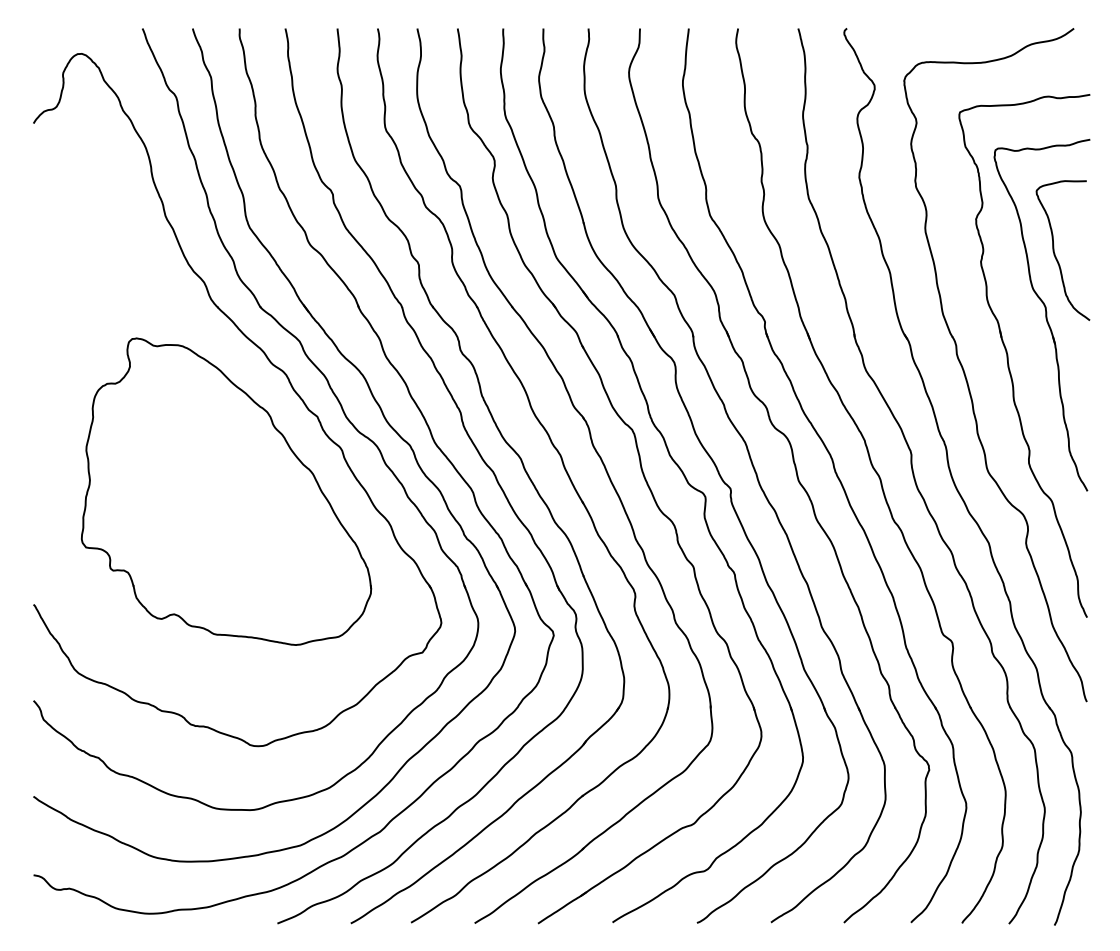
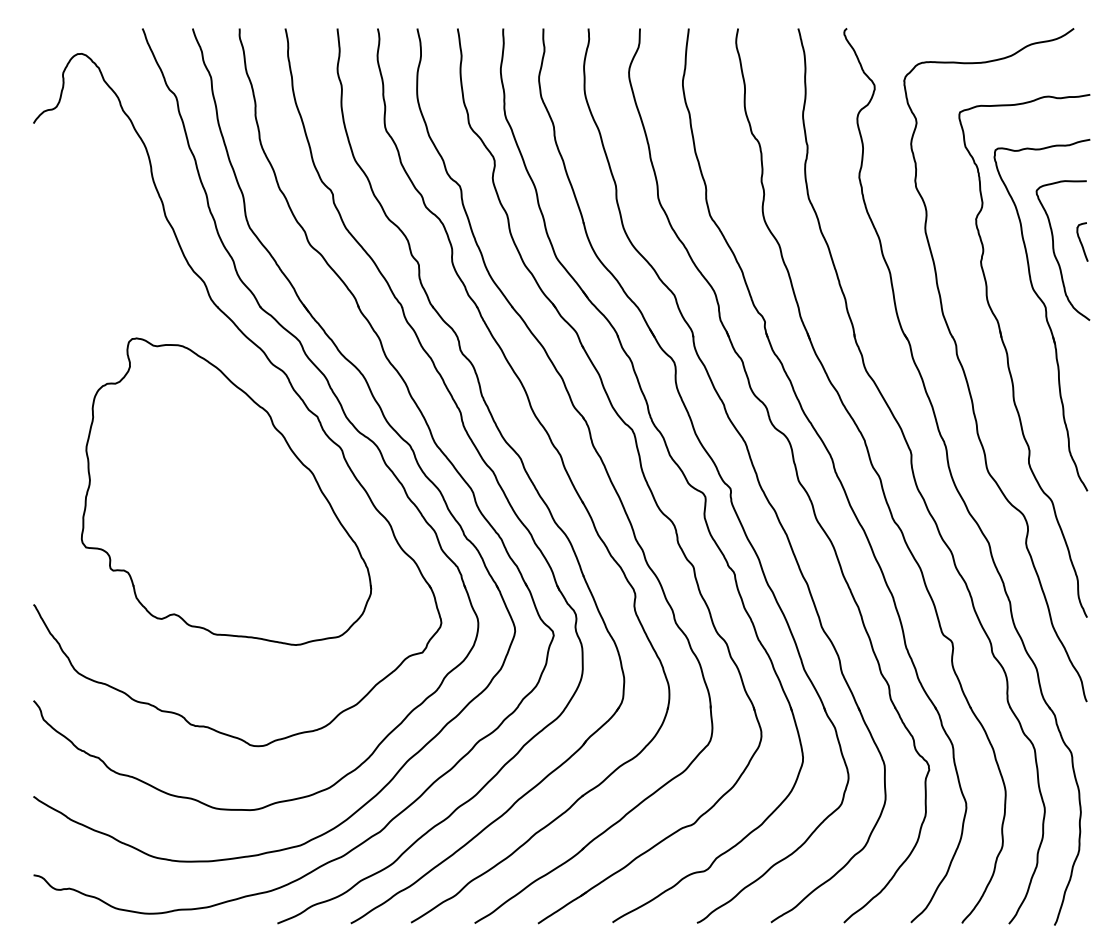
curve at (1081, 241): none -> present
